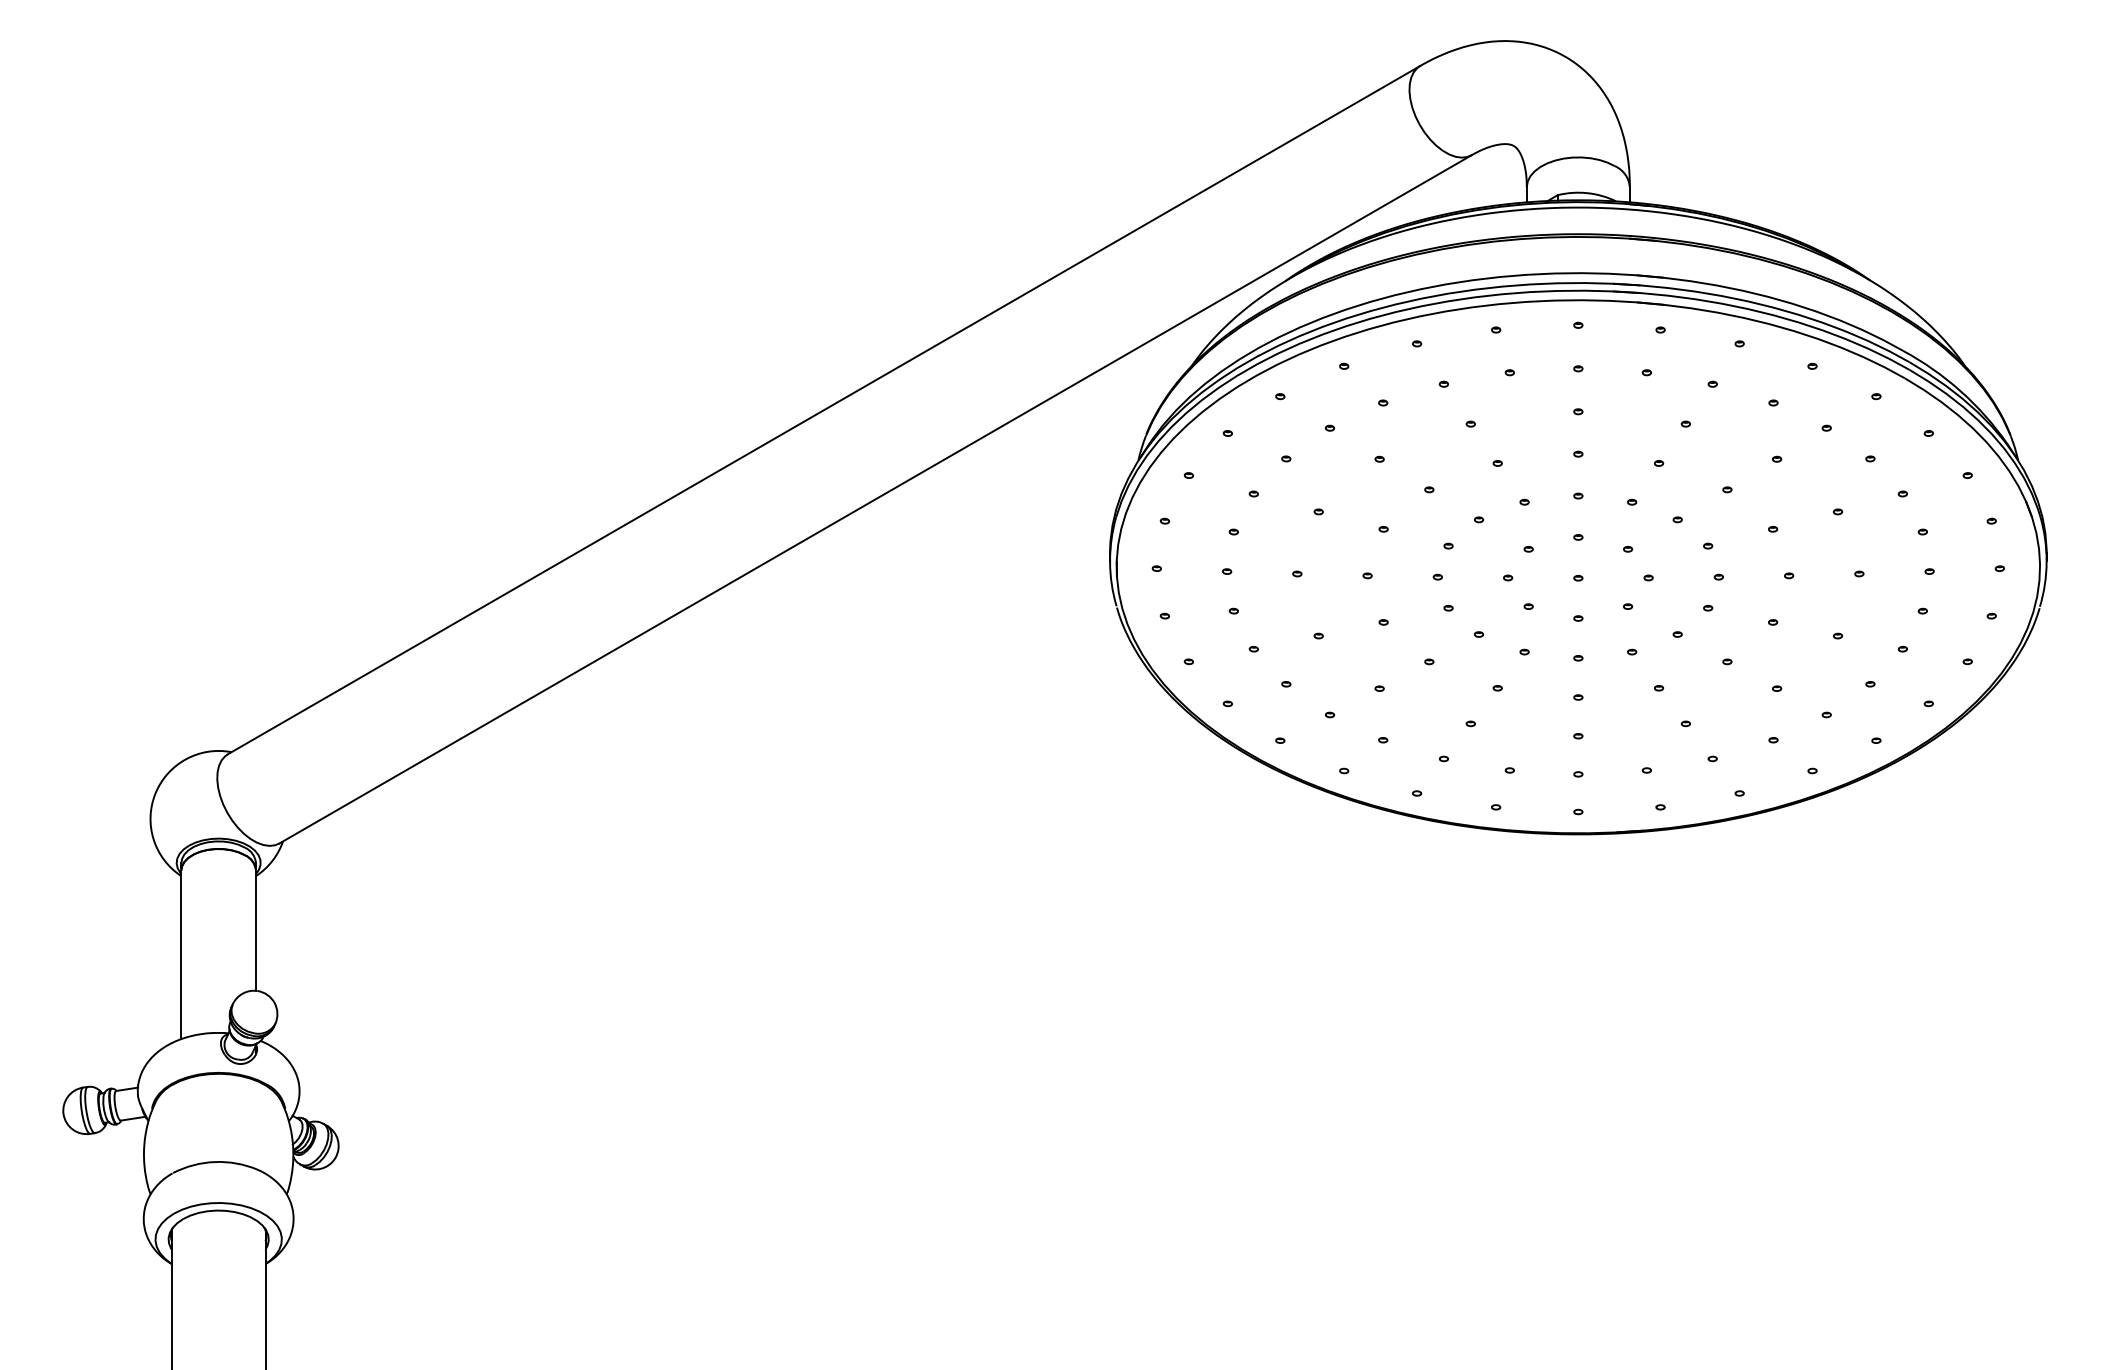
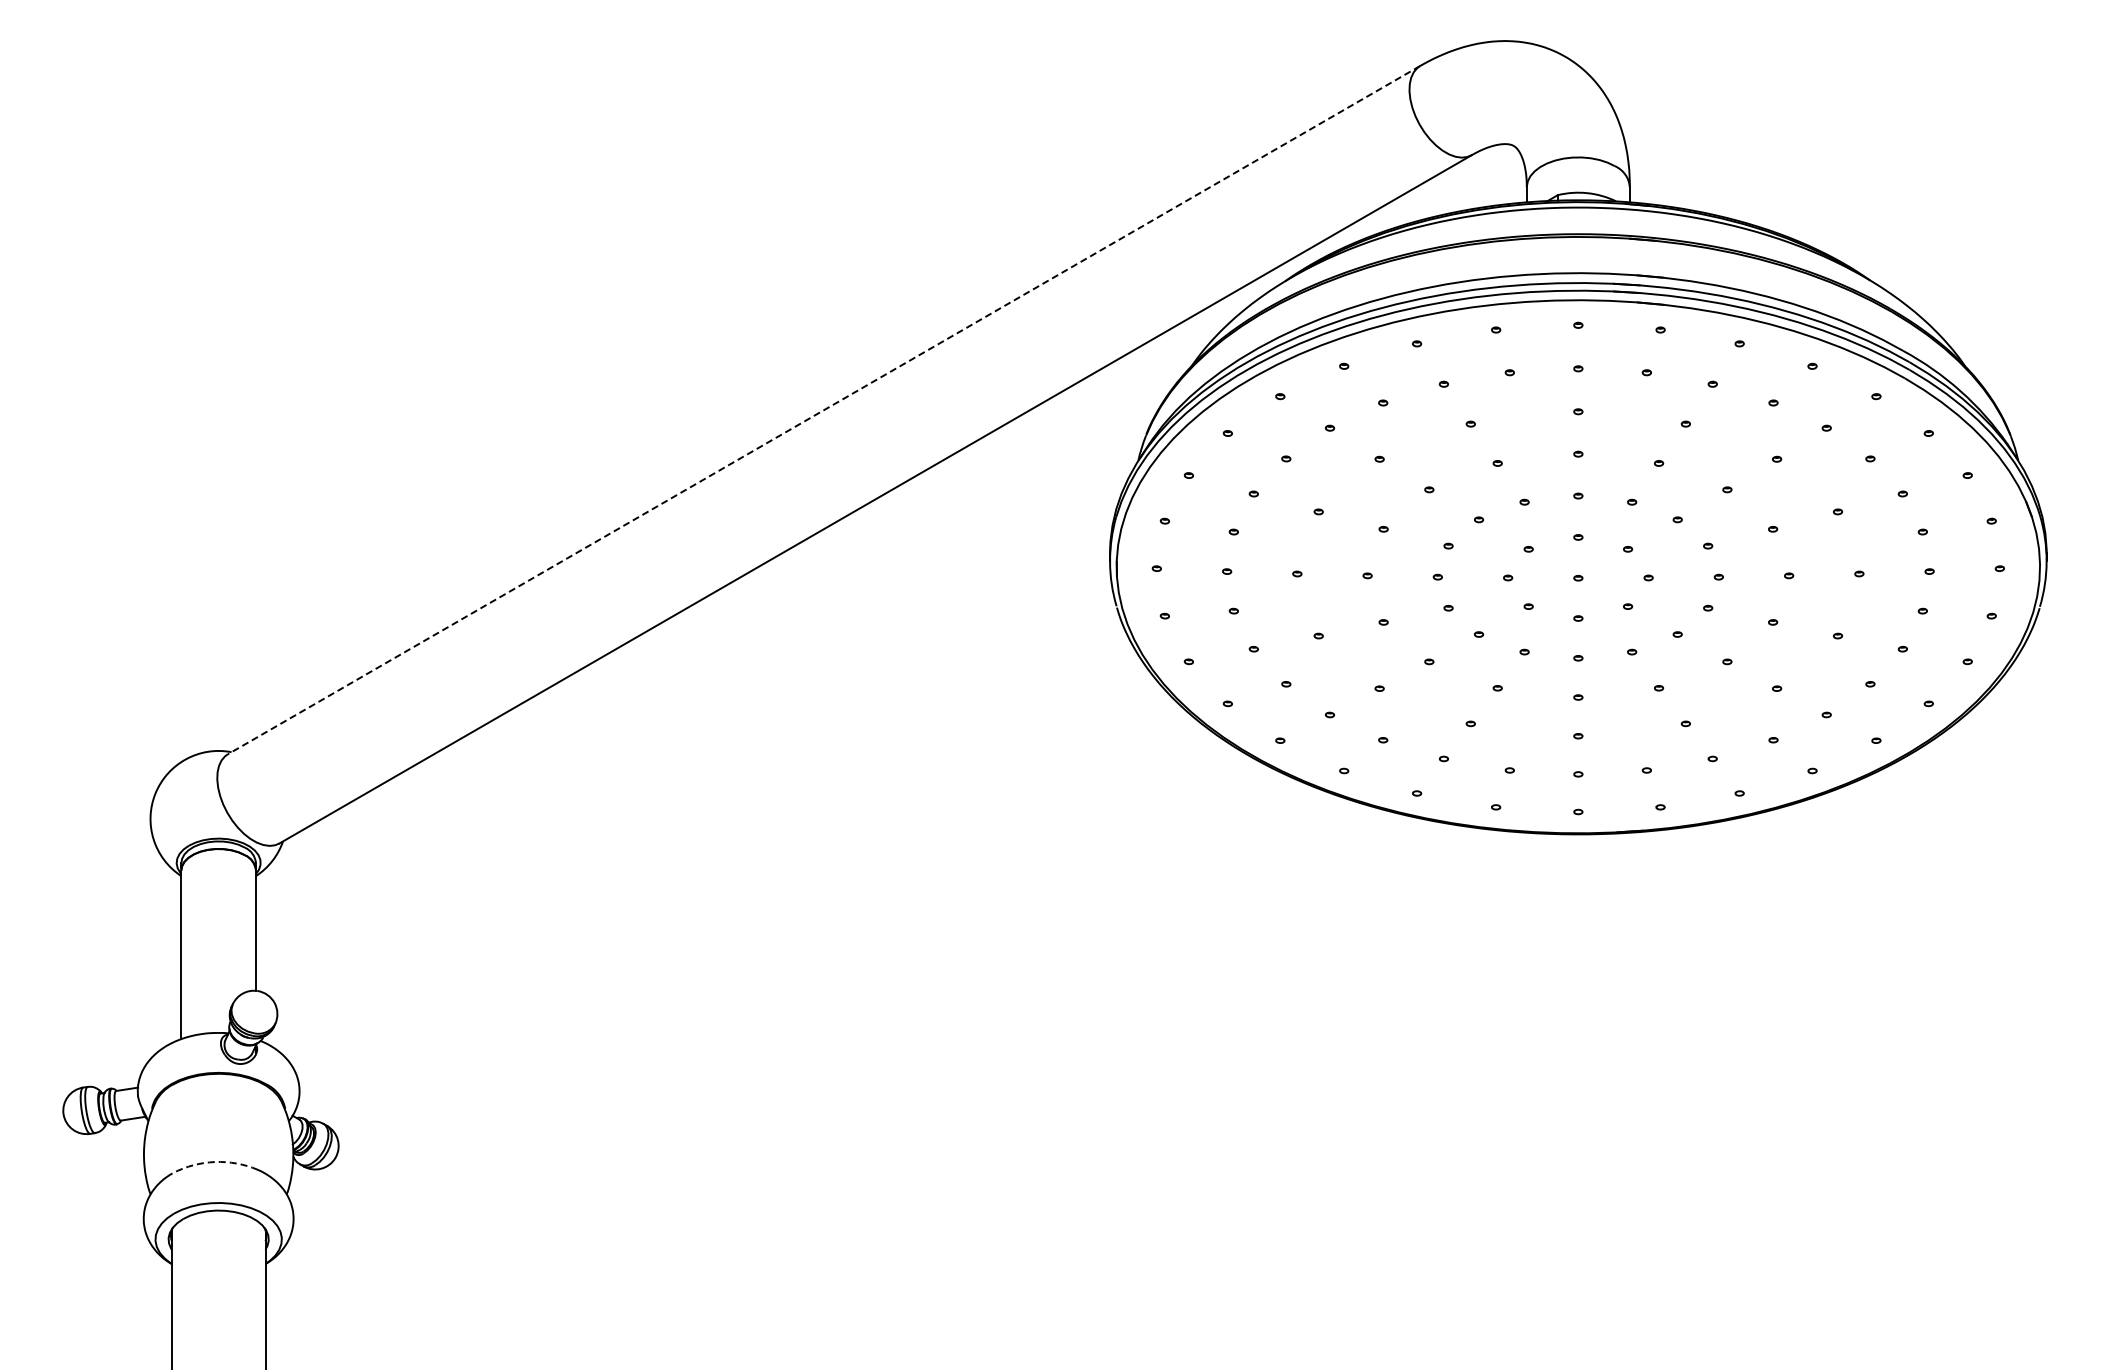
line at (823, 410): solid -> dashed
arc at (215, 1162): solid -> dashed
